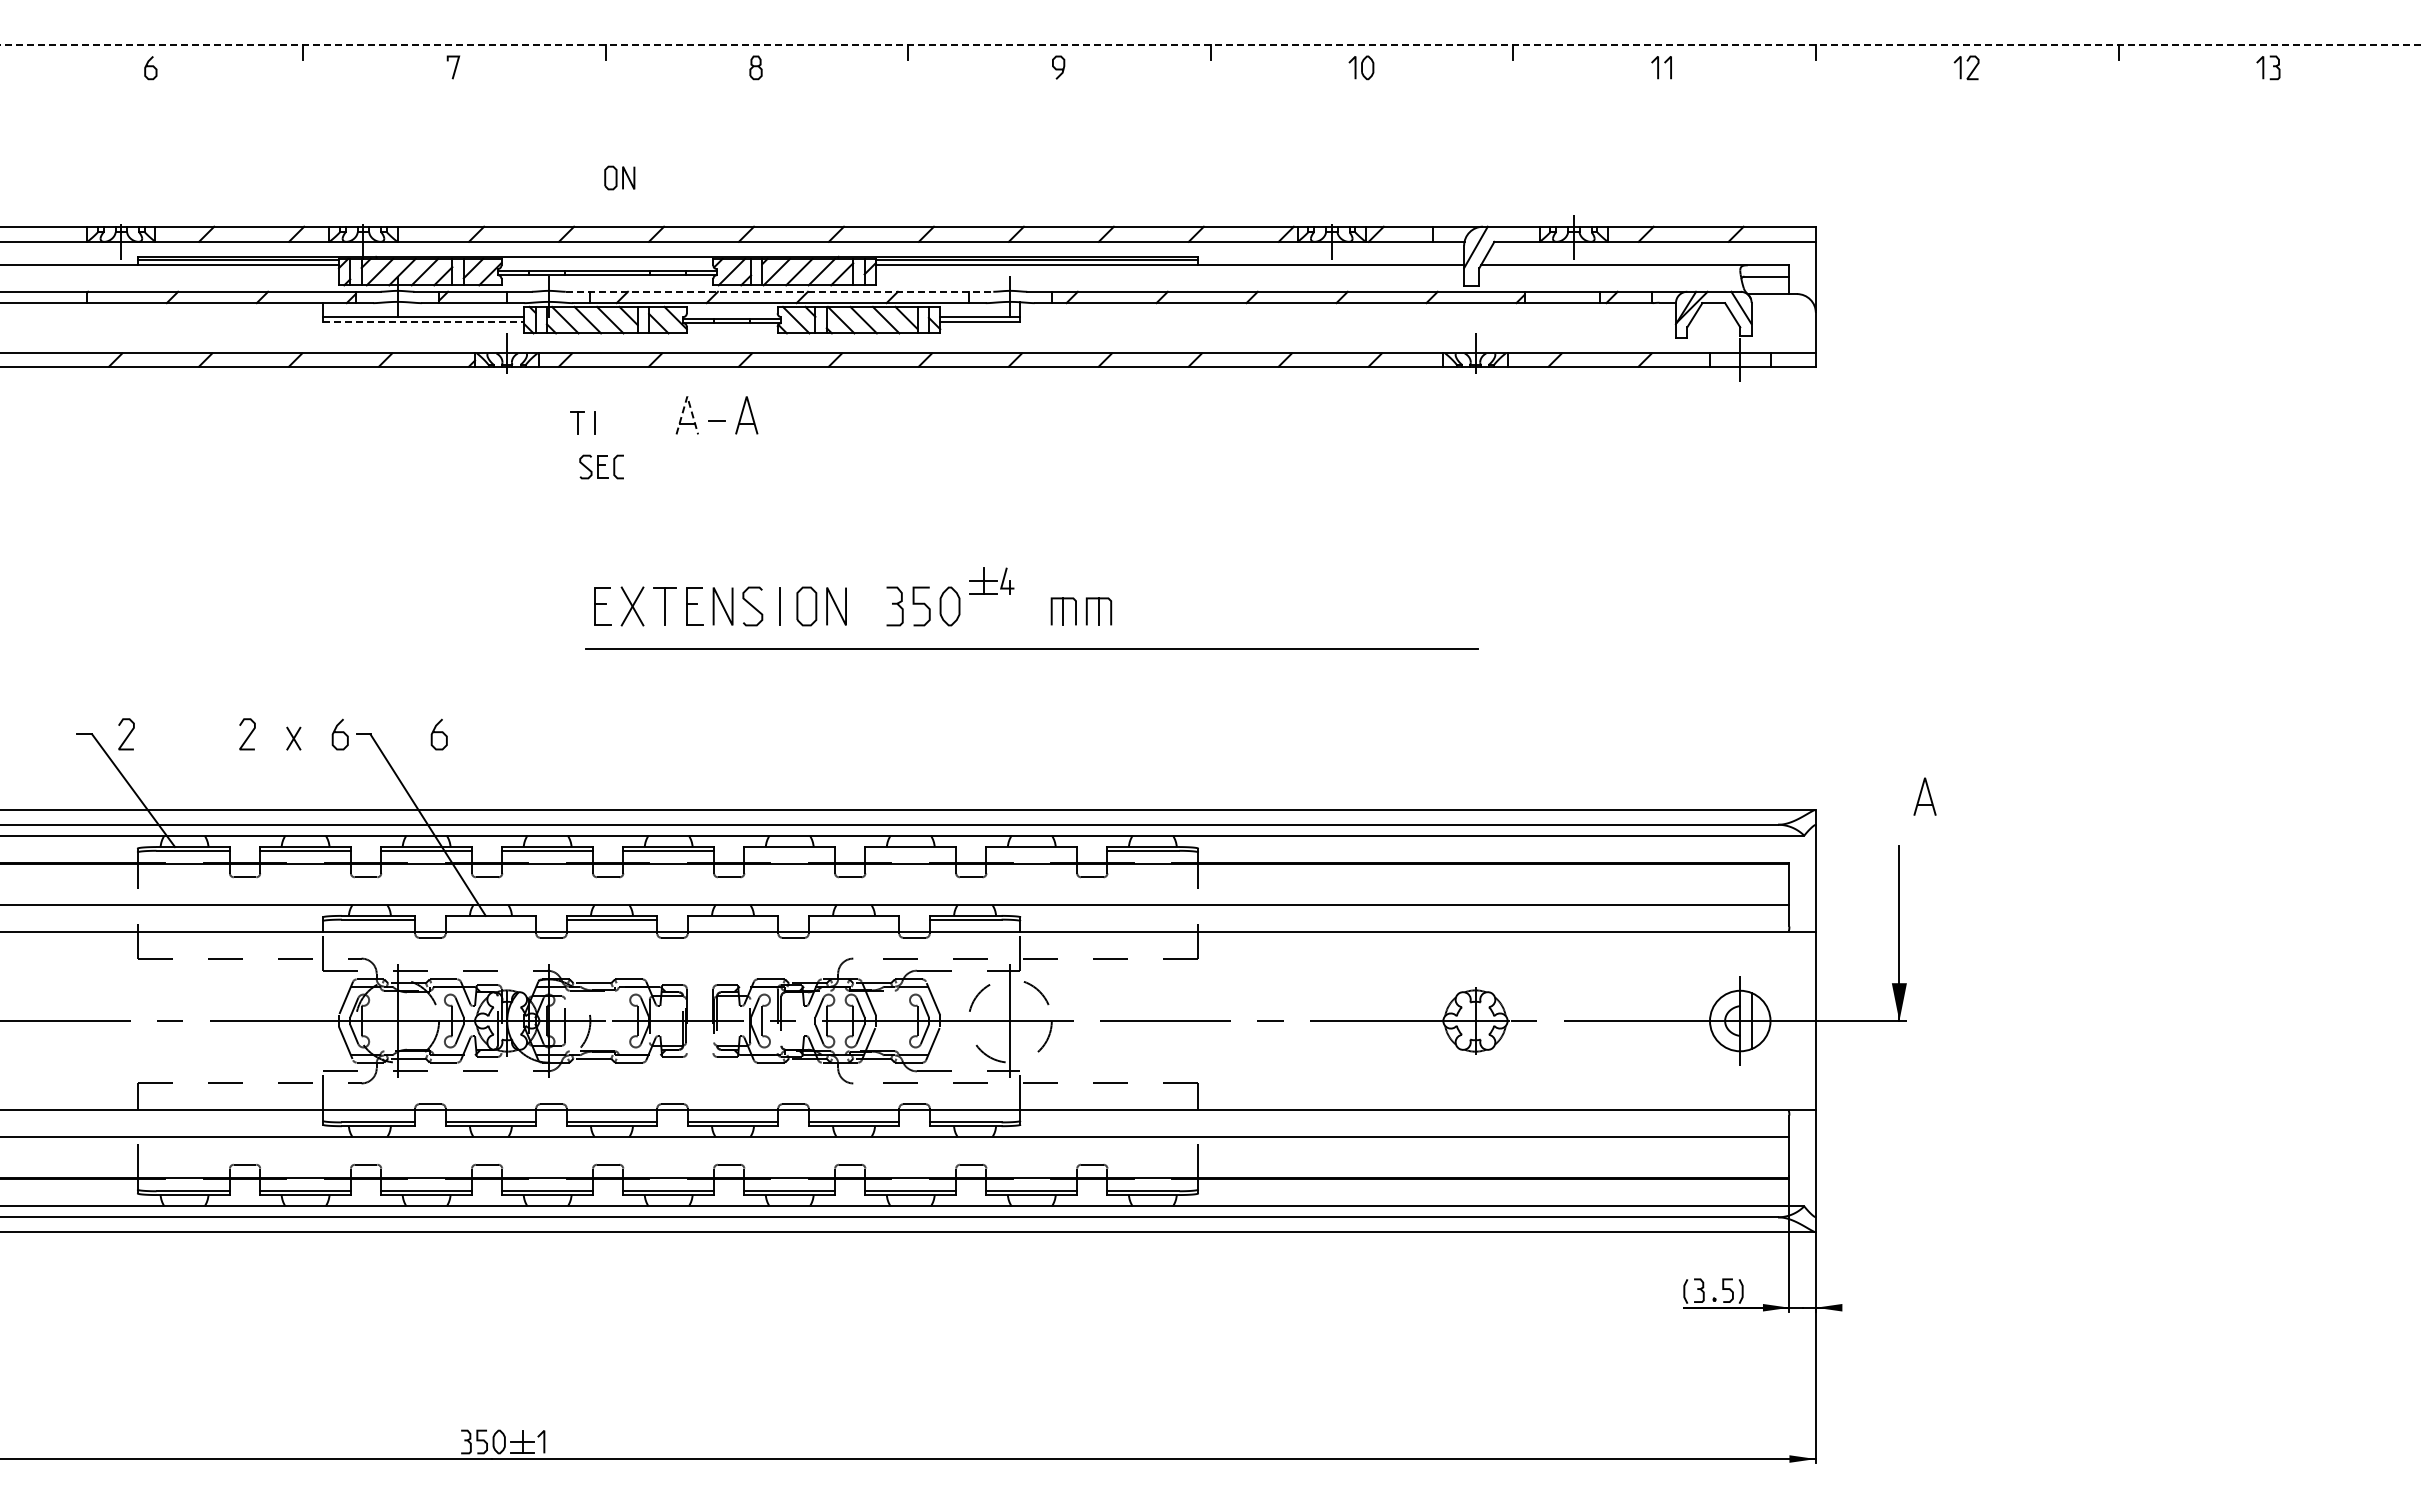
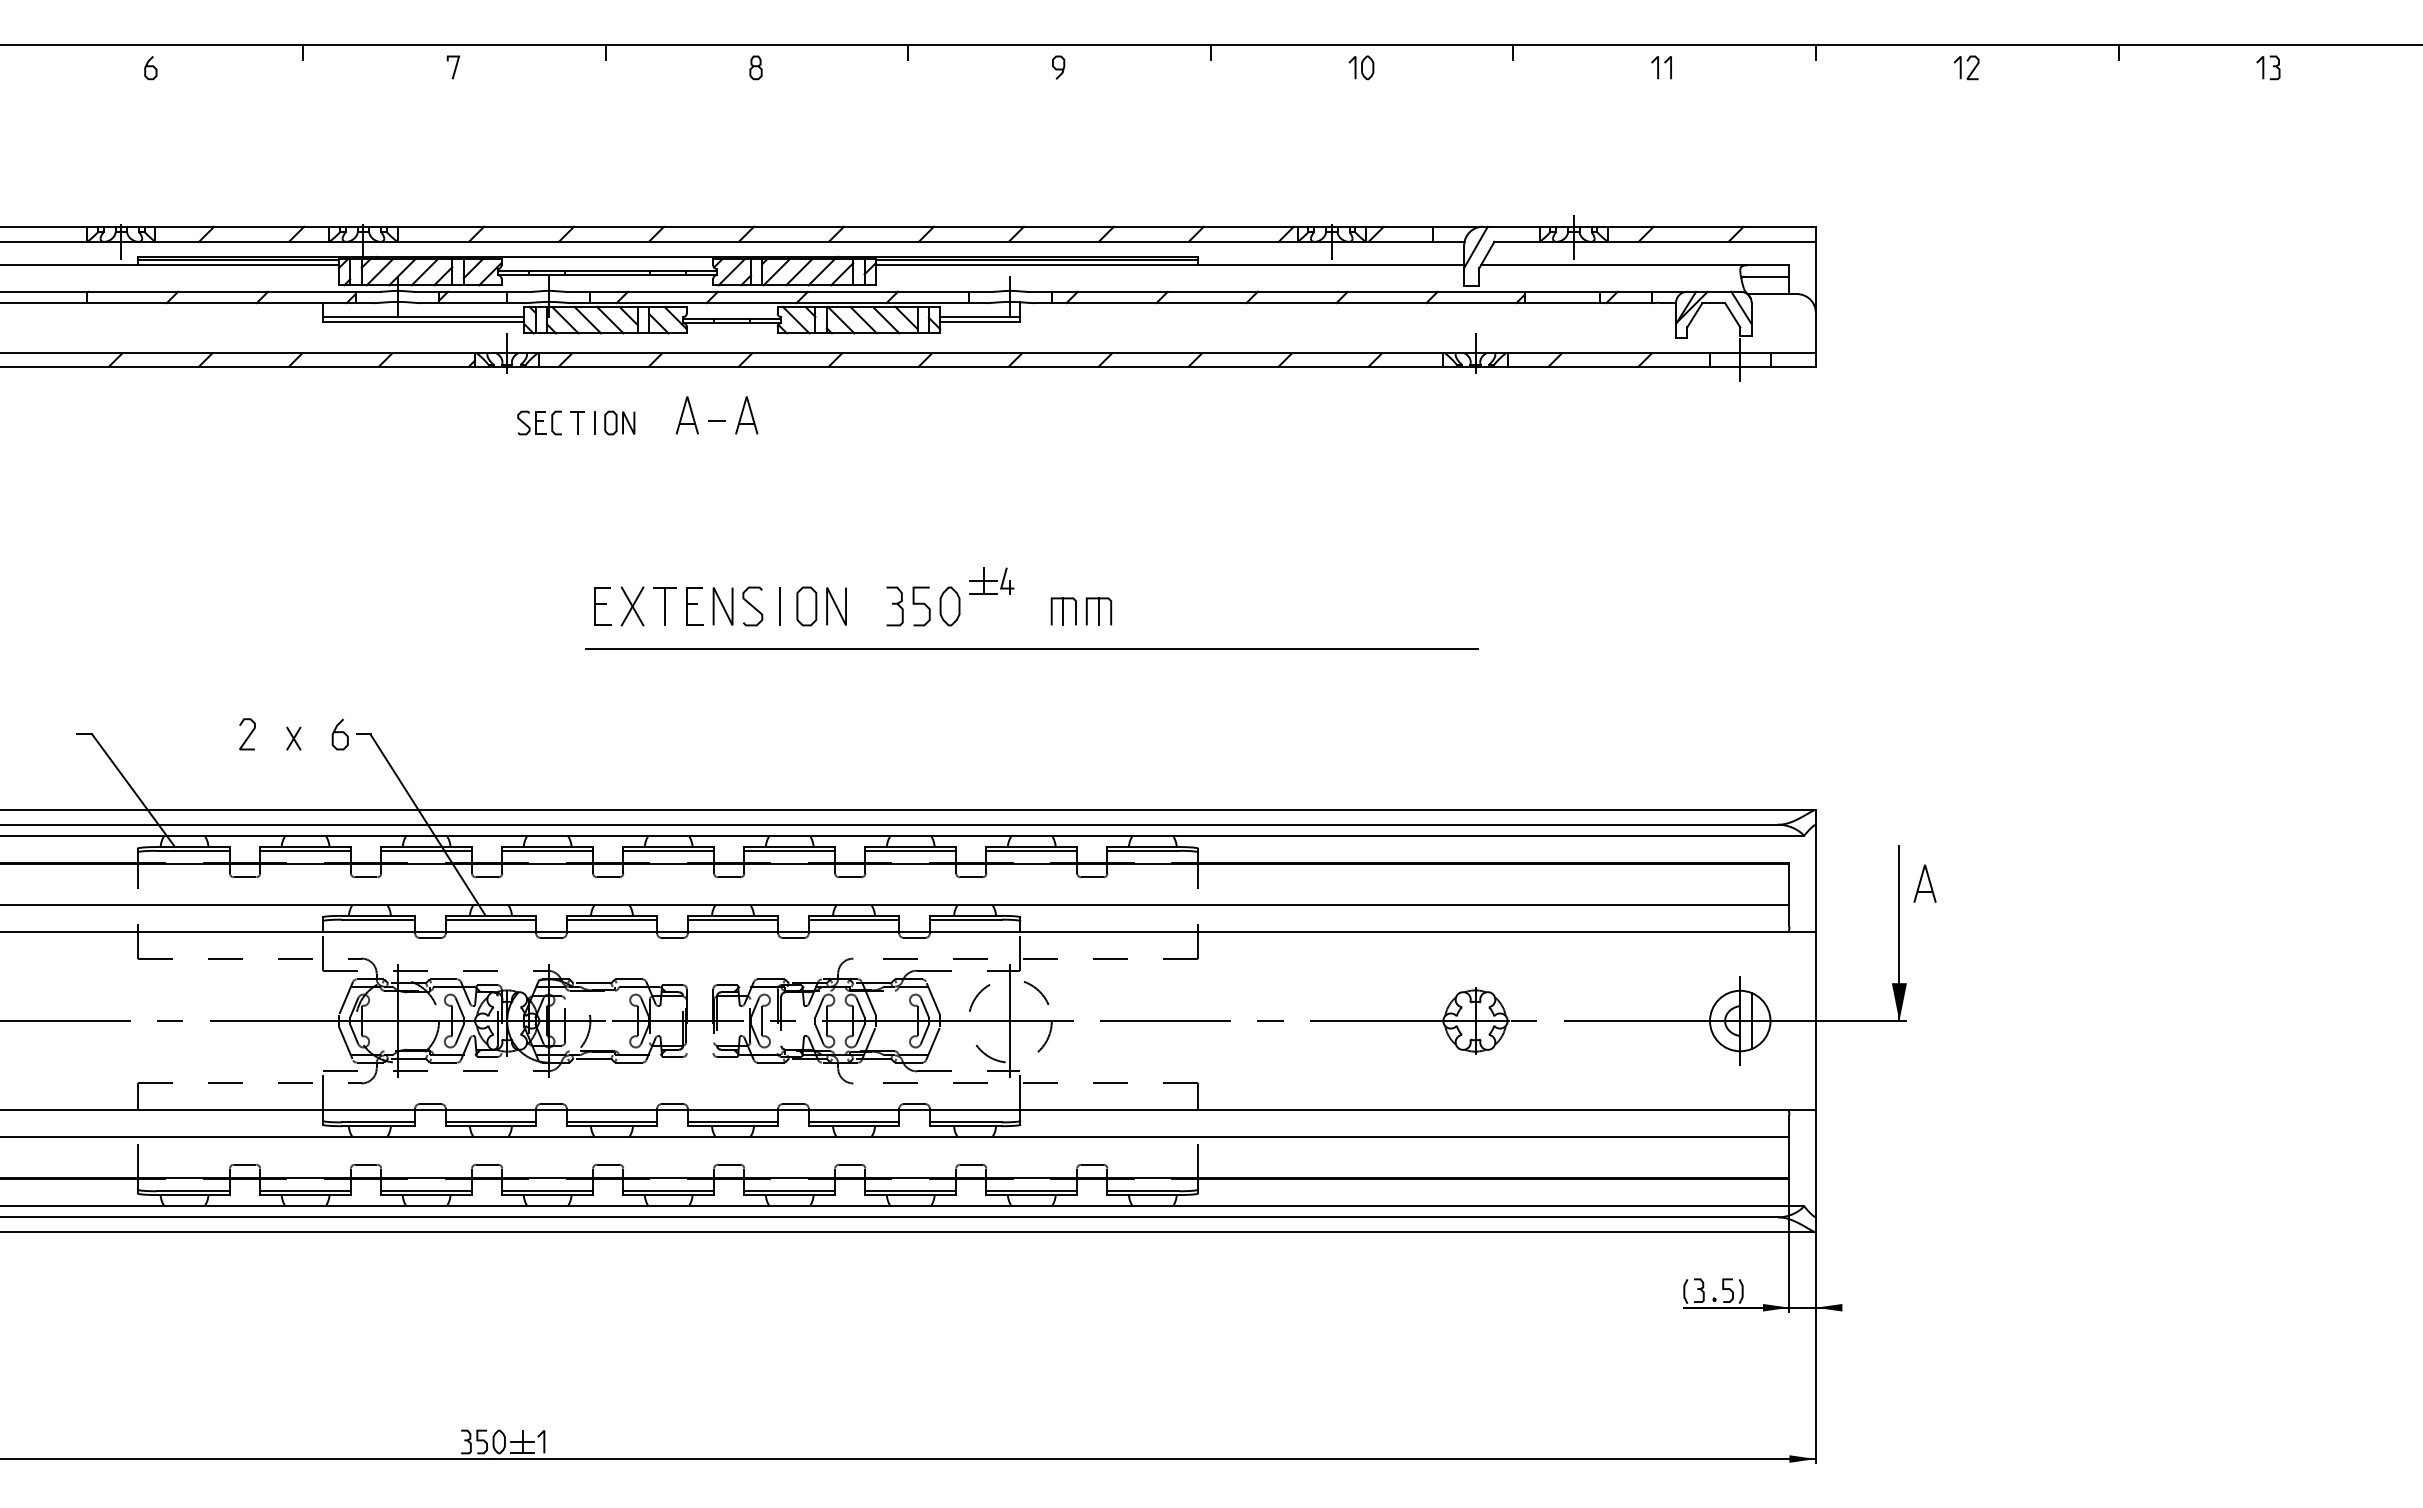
line at (1212, 45): dashed -> solid
part at (619, 177) position: (619, 177) -> (619, 422)
line at (779, 291): dashed -> solid
line at (423, 322): dashed -> solid
line at (687, 396): dashed -> solid
part at (601, 466) position: (601, 466) -> (539, 422)
curve at (438, 733): present -> none
curve at (127, 735): present -> none
part at (1924, 796) position: (1924, 796) -> (1924, 883)
line at (789, 850): none -> present
line at (910, 850): none -> present
line at (1031, 850): none -> present
line at (490, 919): none -> present
line at (732, 919): none -> present
line at (853, 919): none -> present
